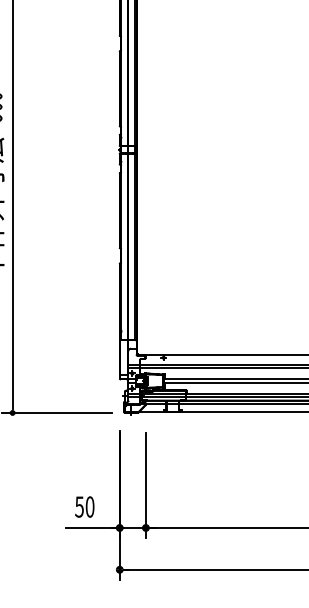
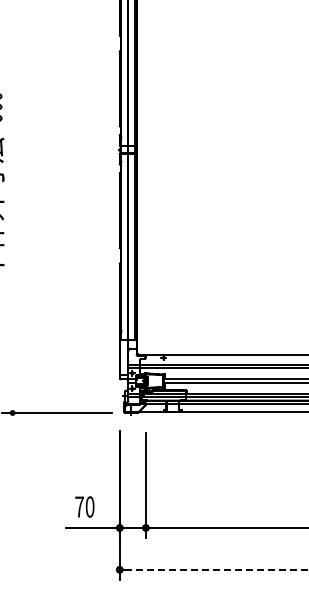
line at (12, 205): present -> none
text at (79, 506): 50 -> 70
line at (216, 569): solid -> dashed
